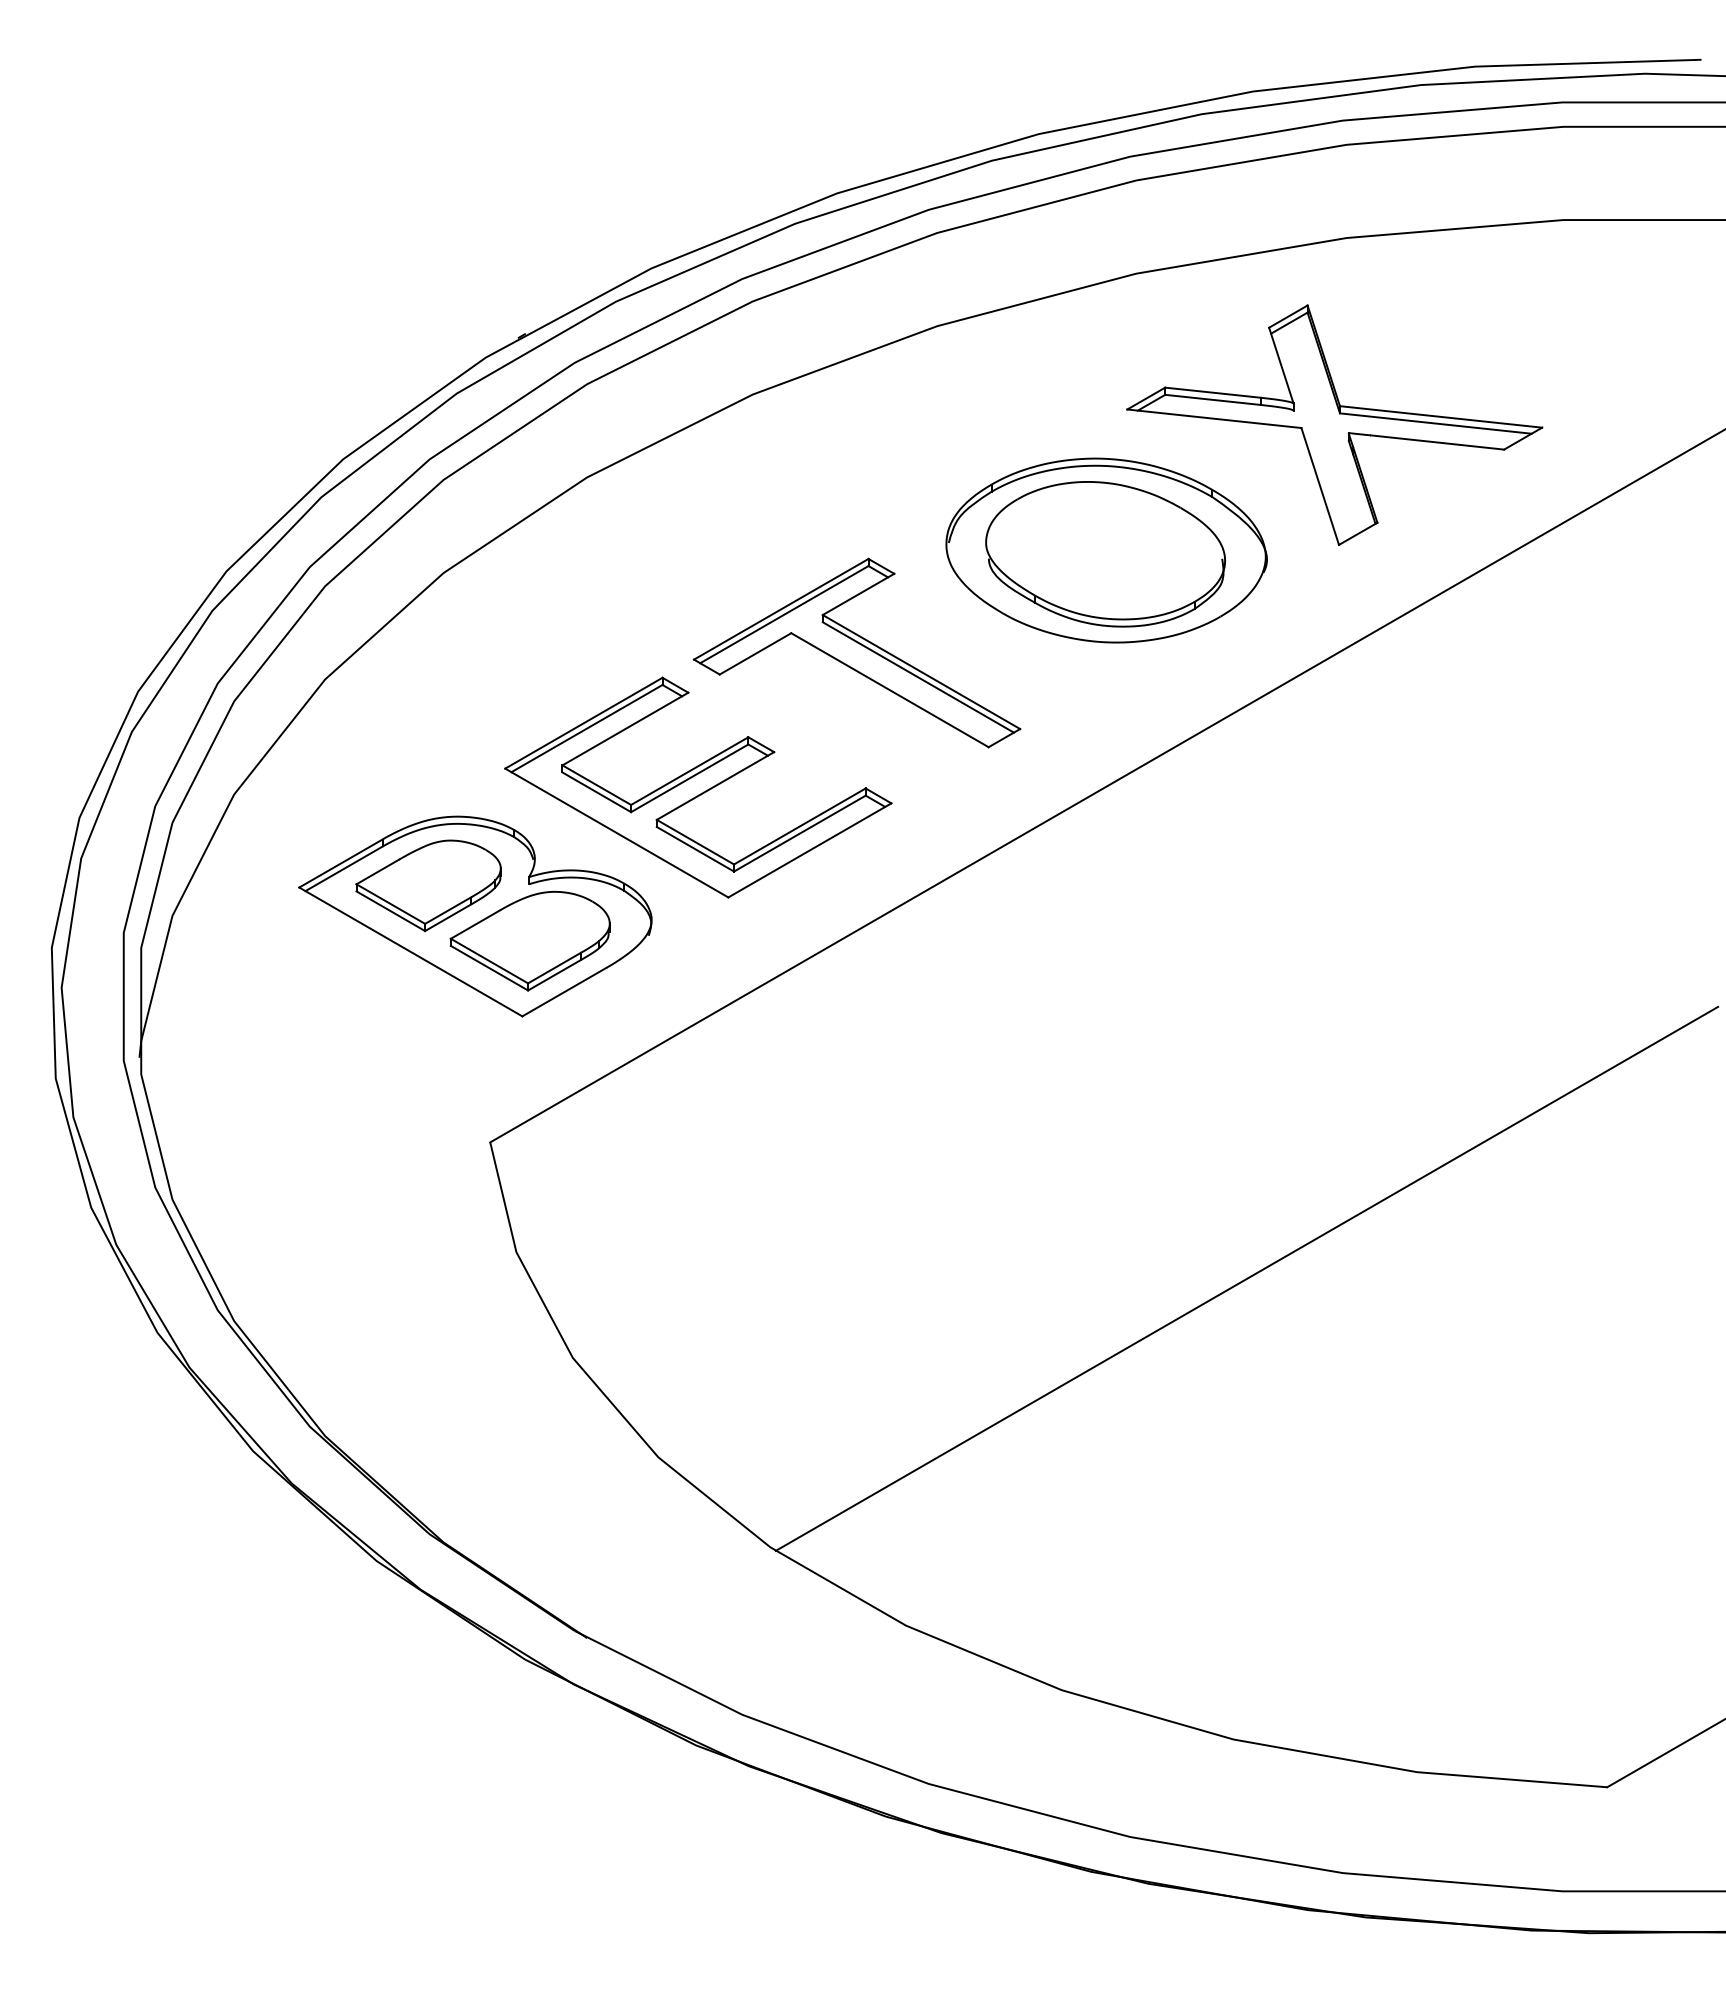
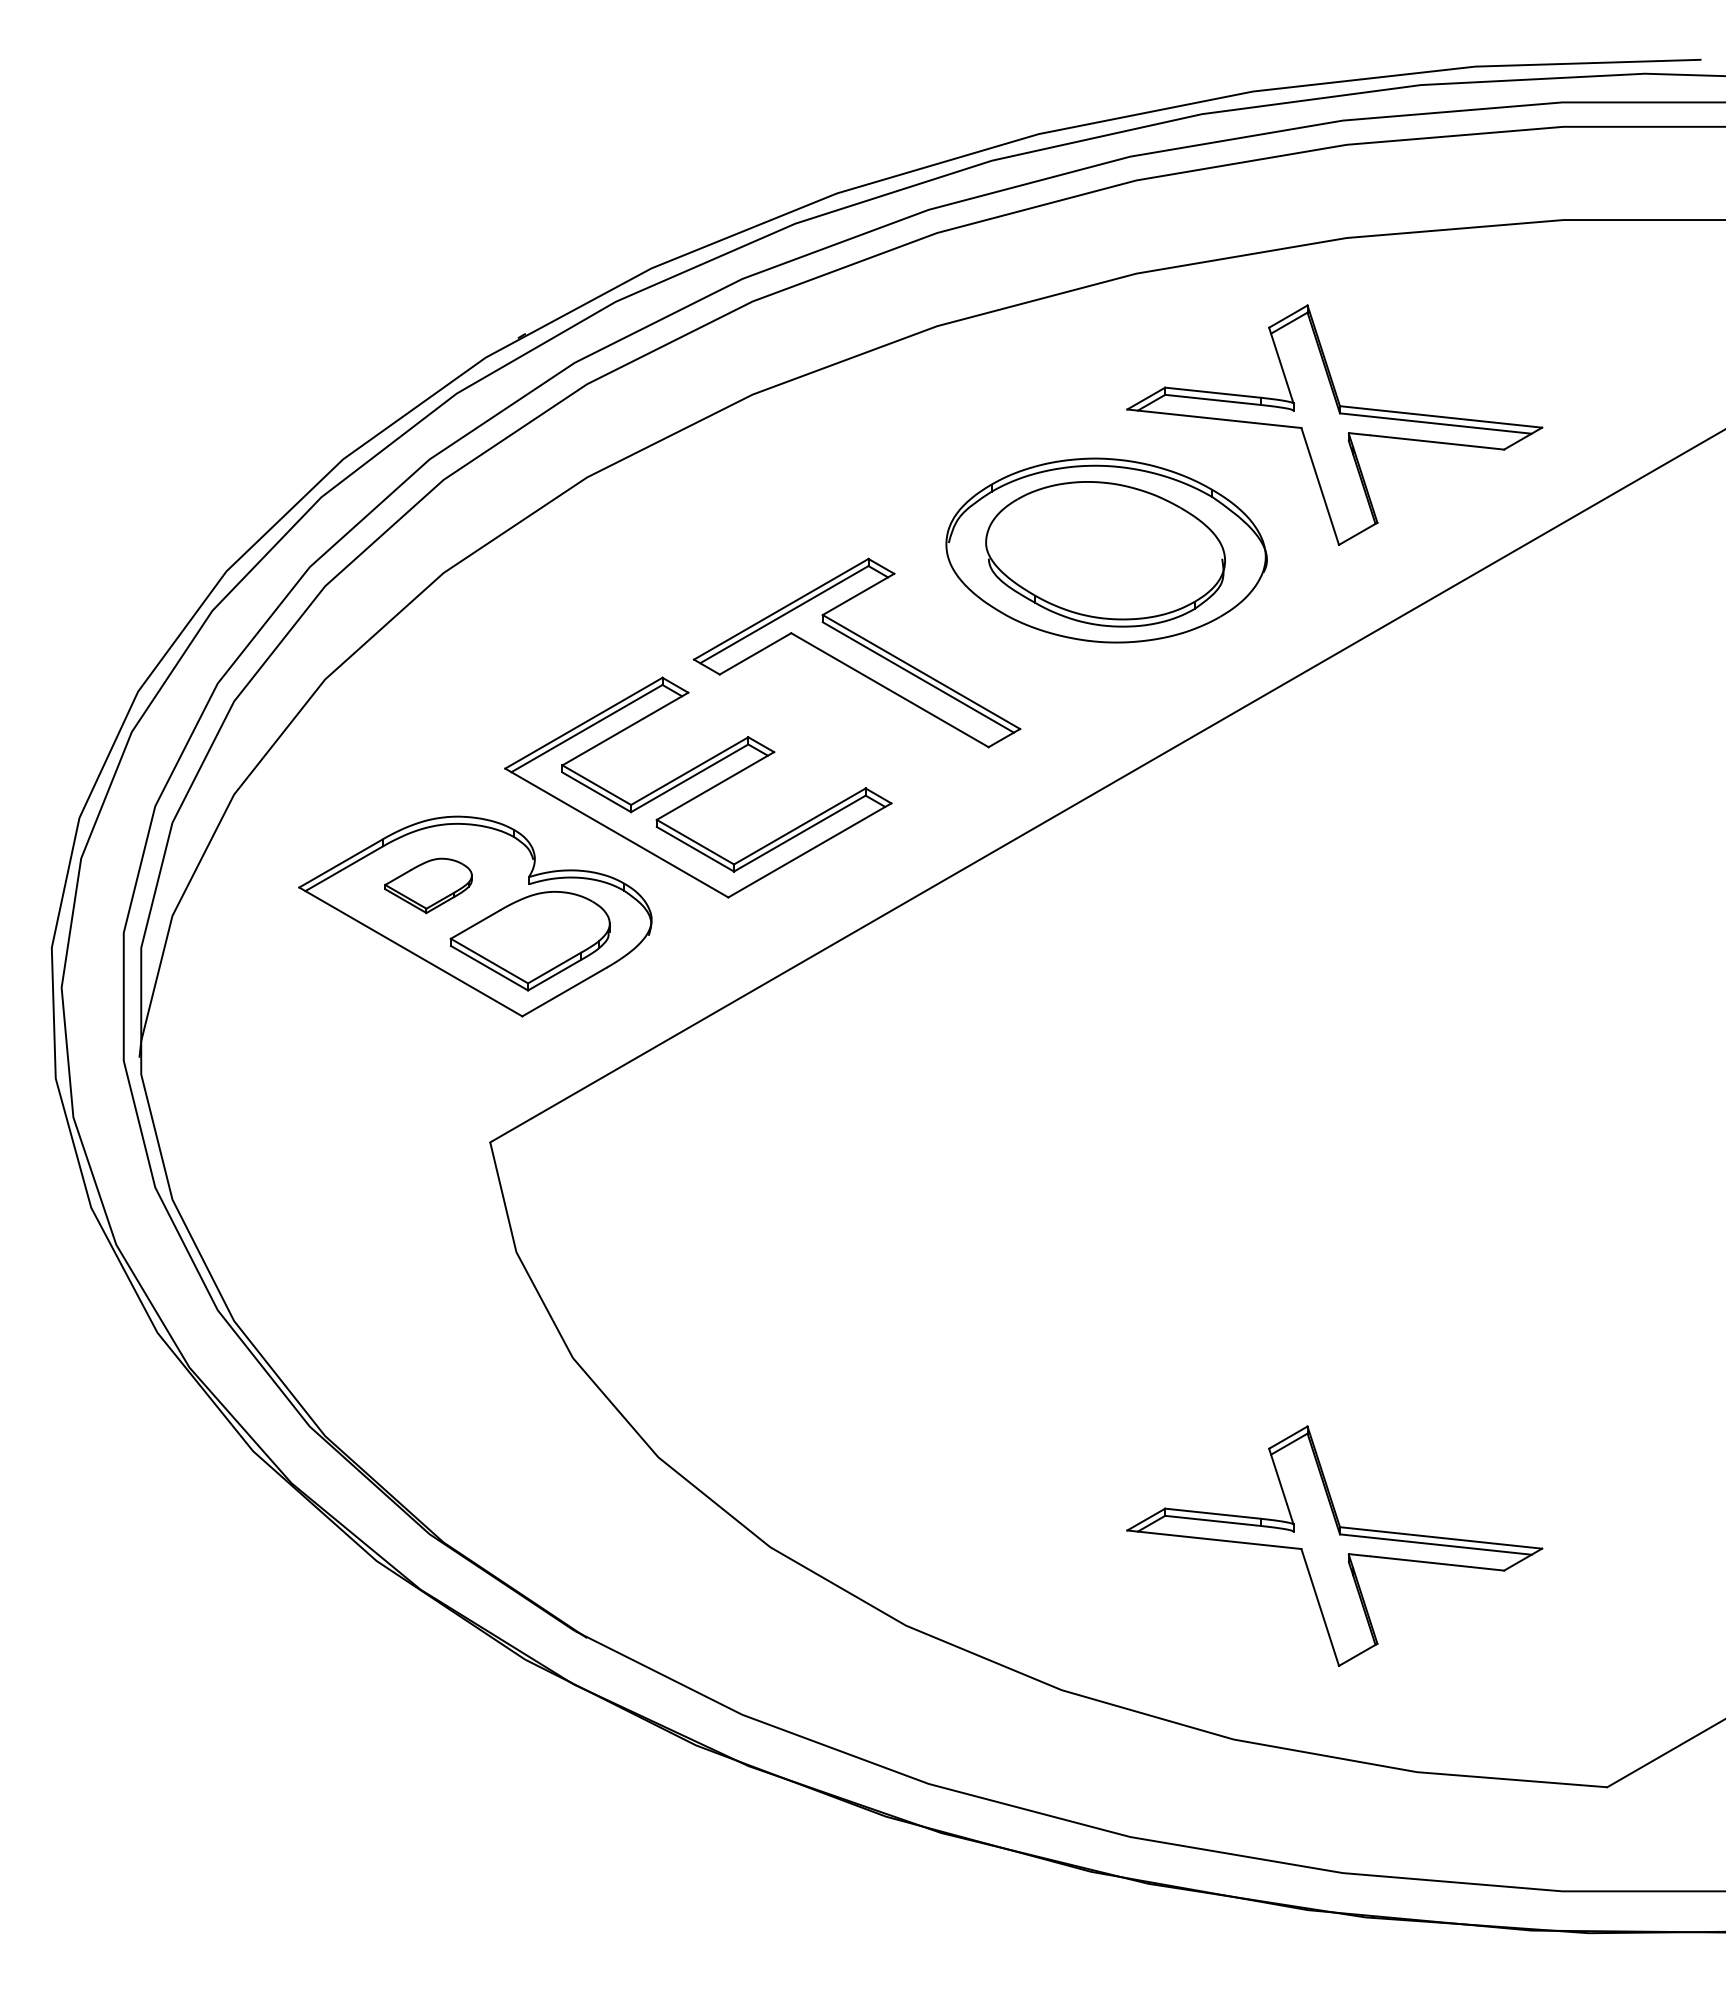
part at (428, 885) size: 147x94 px -> 89x58 px
line at (1246, 1278): present -> none
part at (1334, 1545): none -> present
